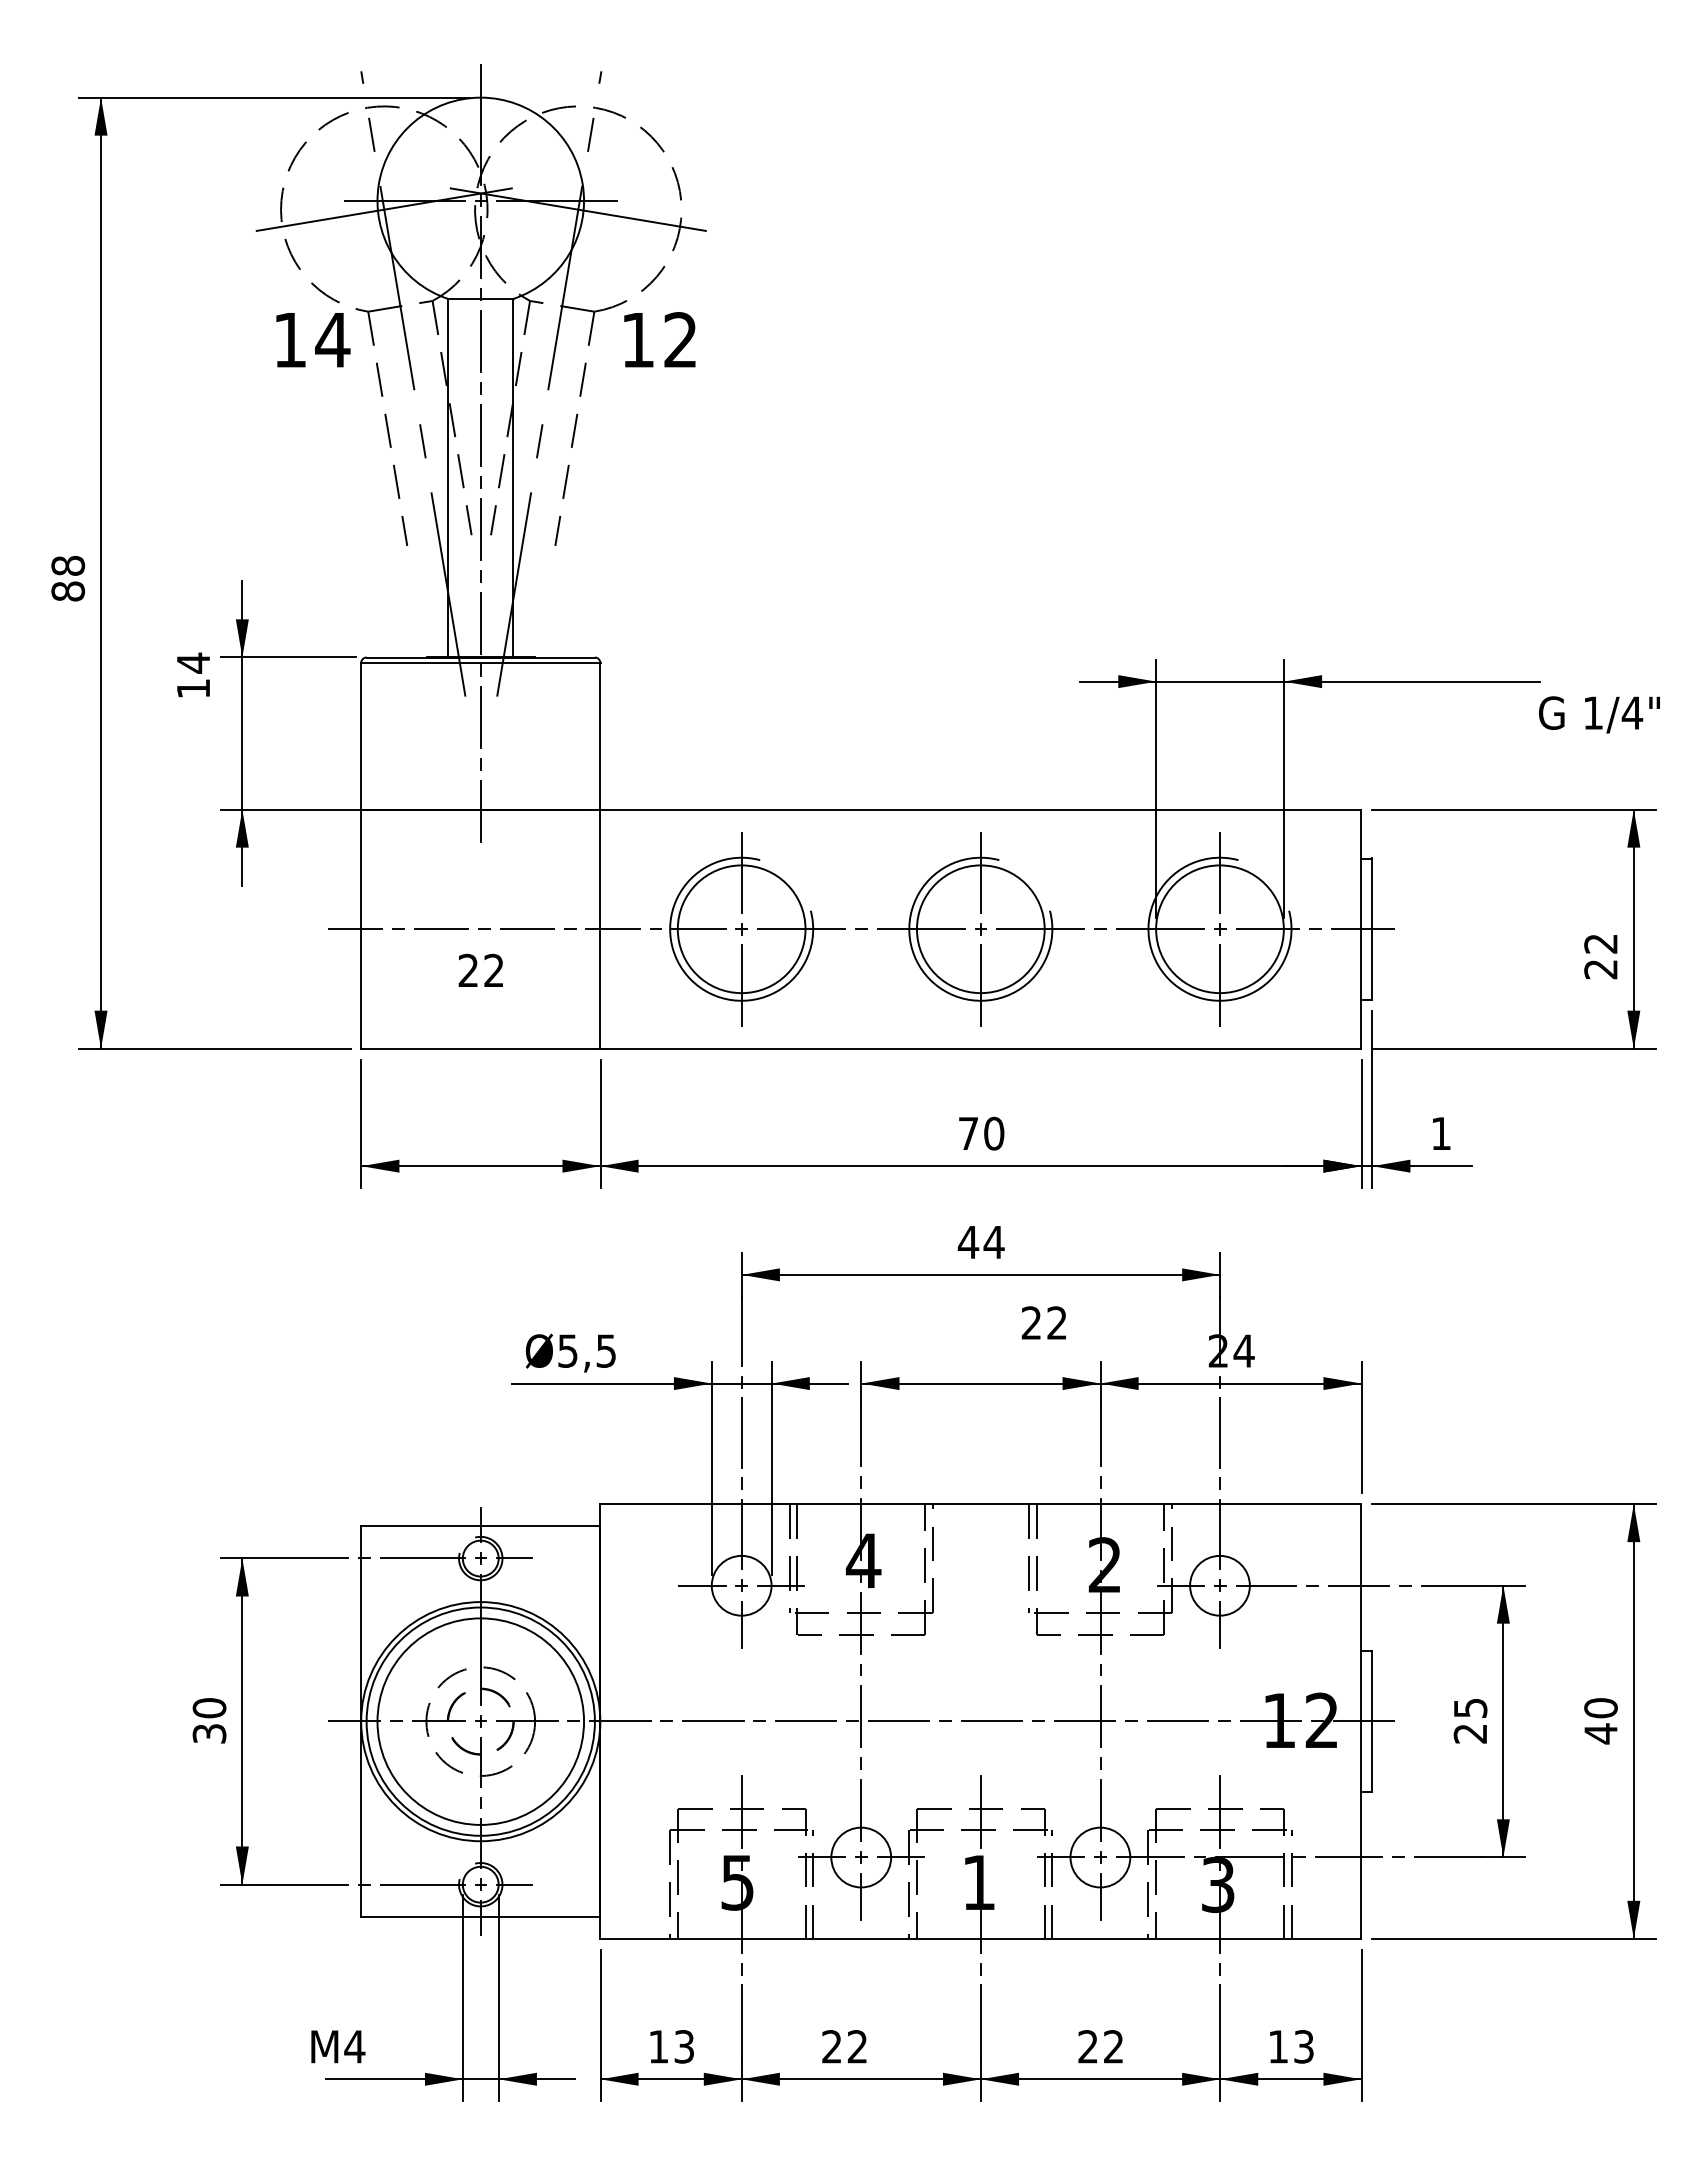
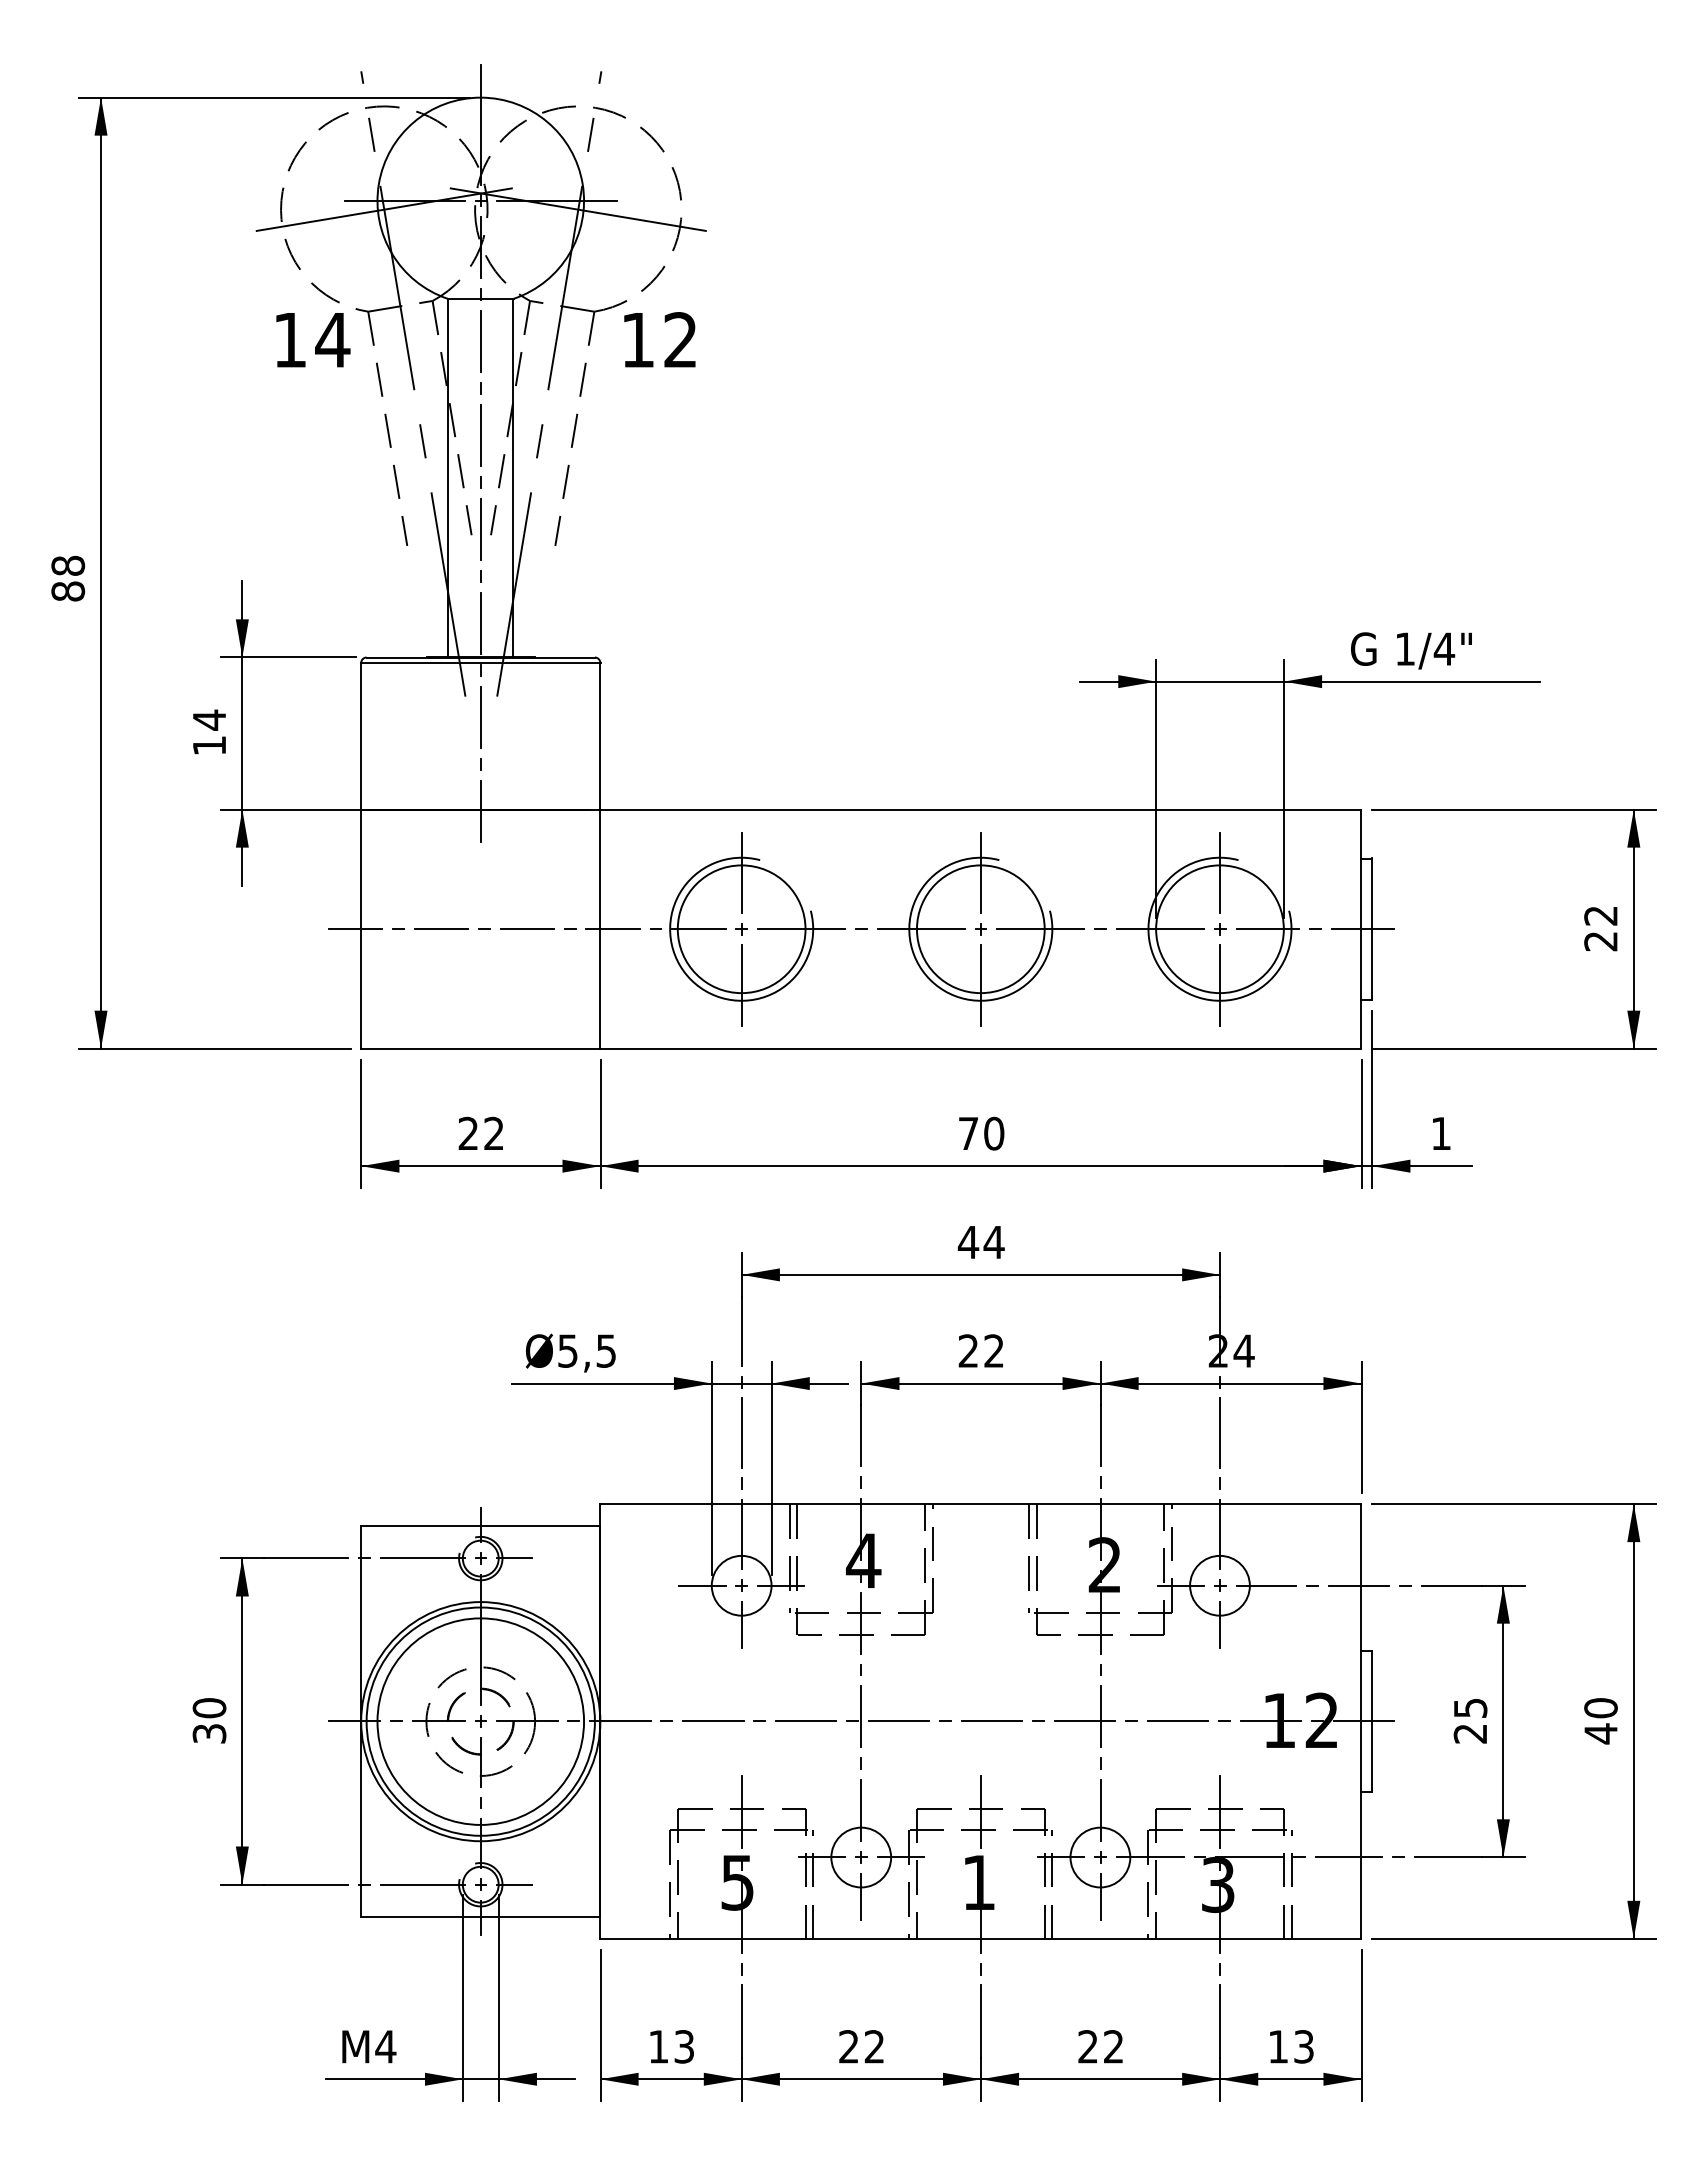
text at (193, 674) position: (193, 674) -> (209, 731)
text at (1599, 714) position: (1599, 714) -> (1411, 650)
text at (1600, 957) position: (1600, 957) -> (1600, 929)
text at (480, 969) position: (480, 969) -> (480, 1132)
text at (1043, 1322) position: (1043, 1322) -> (980, 1350)
text at (338, 2046) position: (338, 2046) -> (369, 2046)
text at (844, 2046) position: (844, 2046) -> (861, 2046)
